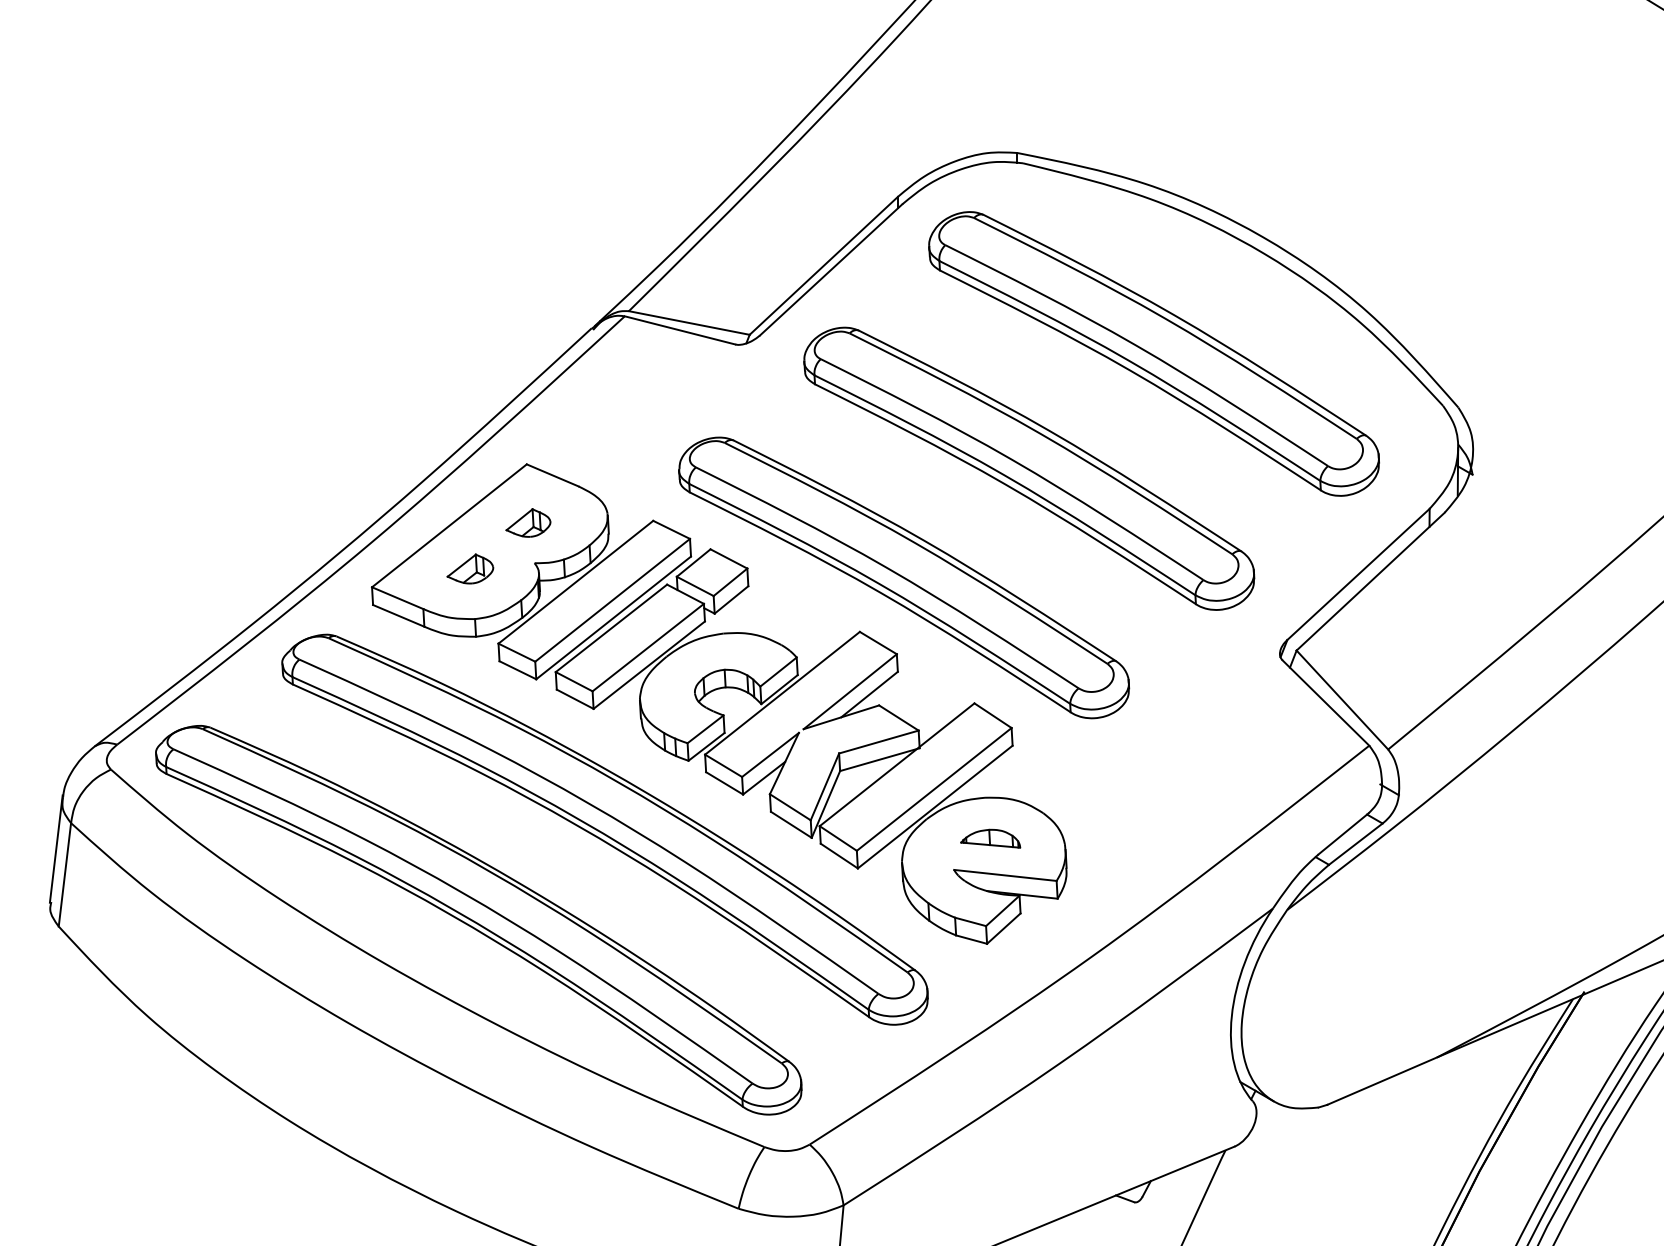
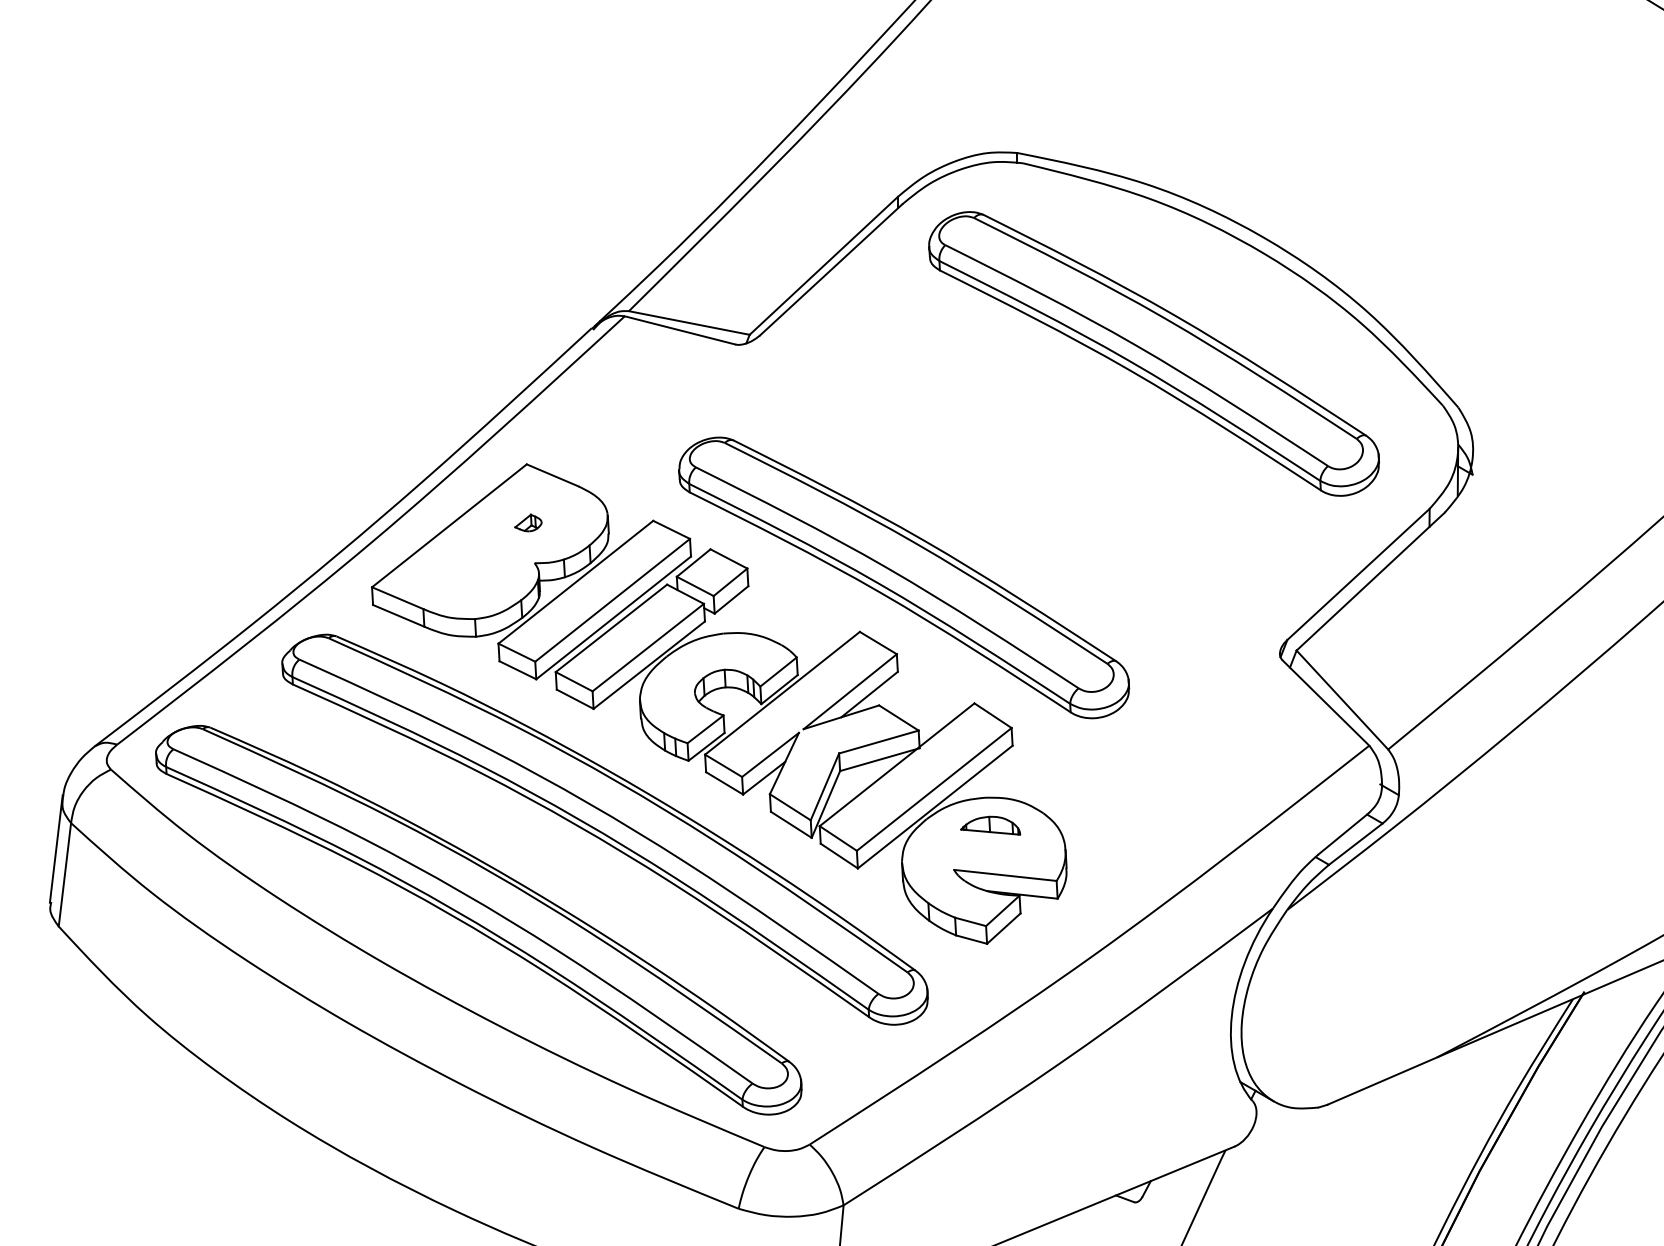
part at (1029, 468): present -> none
part at (528, 522) size: 47x30 px -> 29x20 px
part at (470, 568): present -> none
part at (990, 838) position: (990, 838) -> (990, 825)
